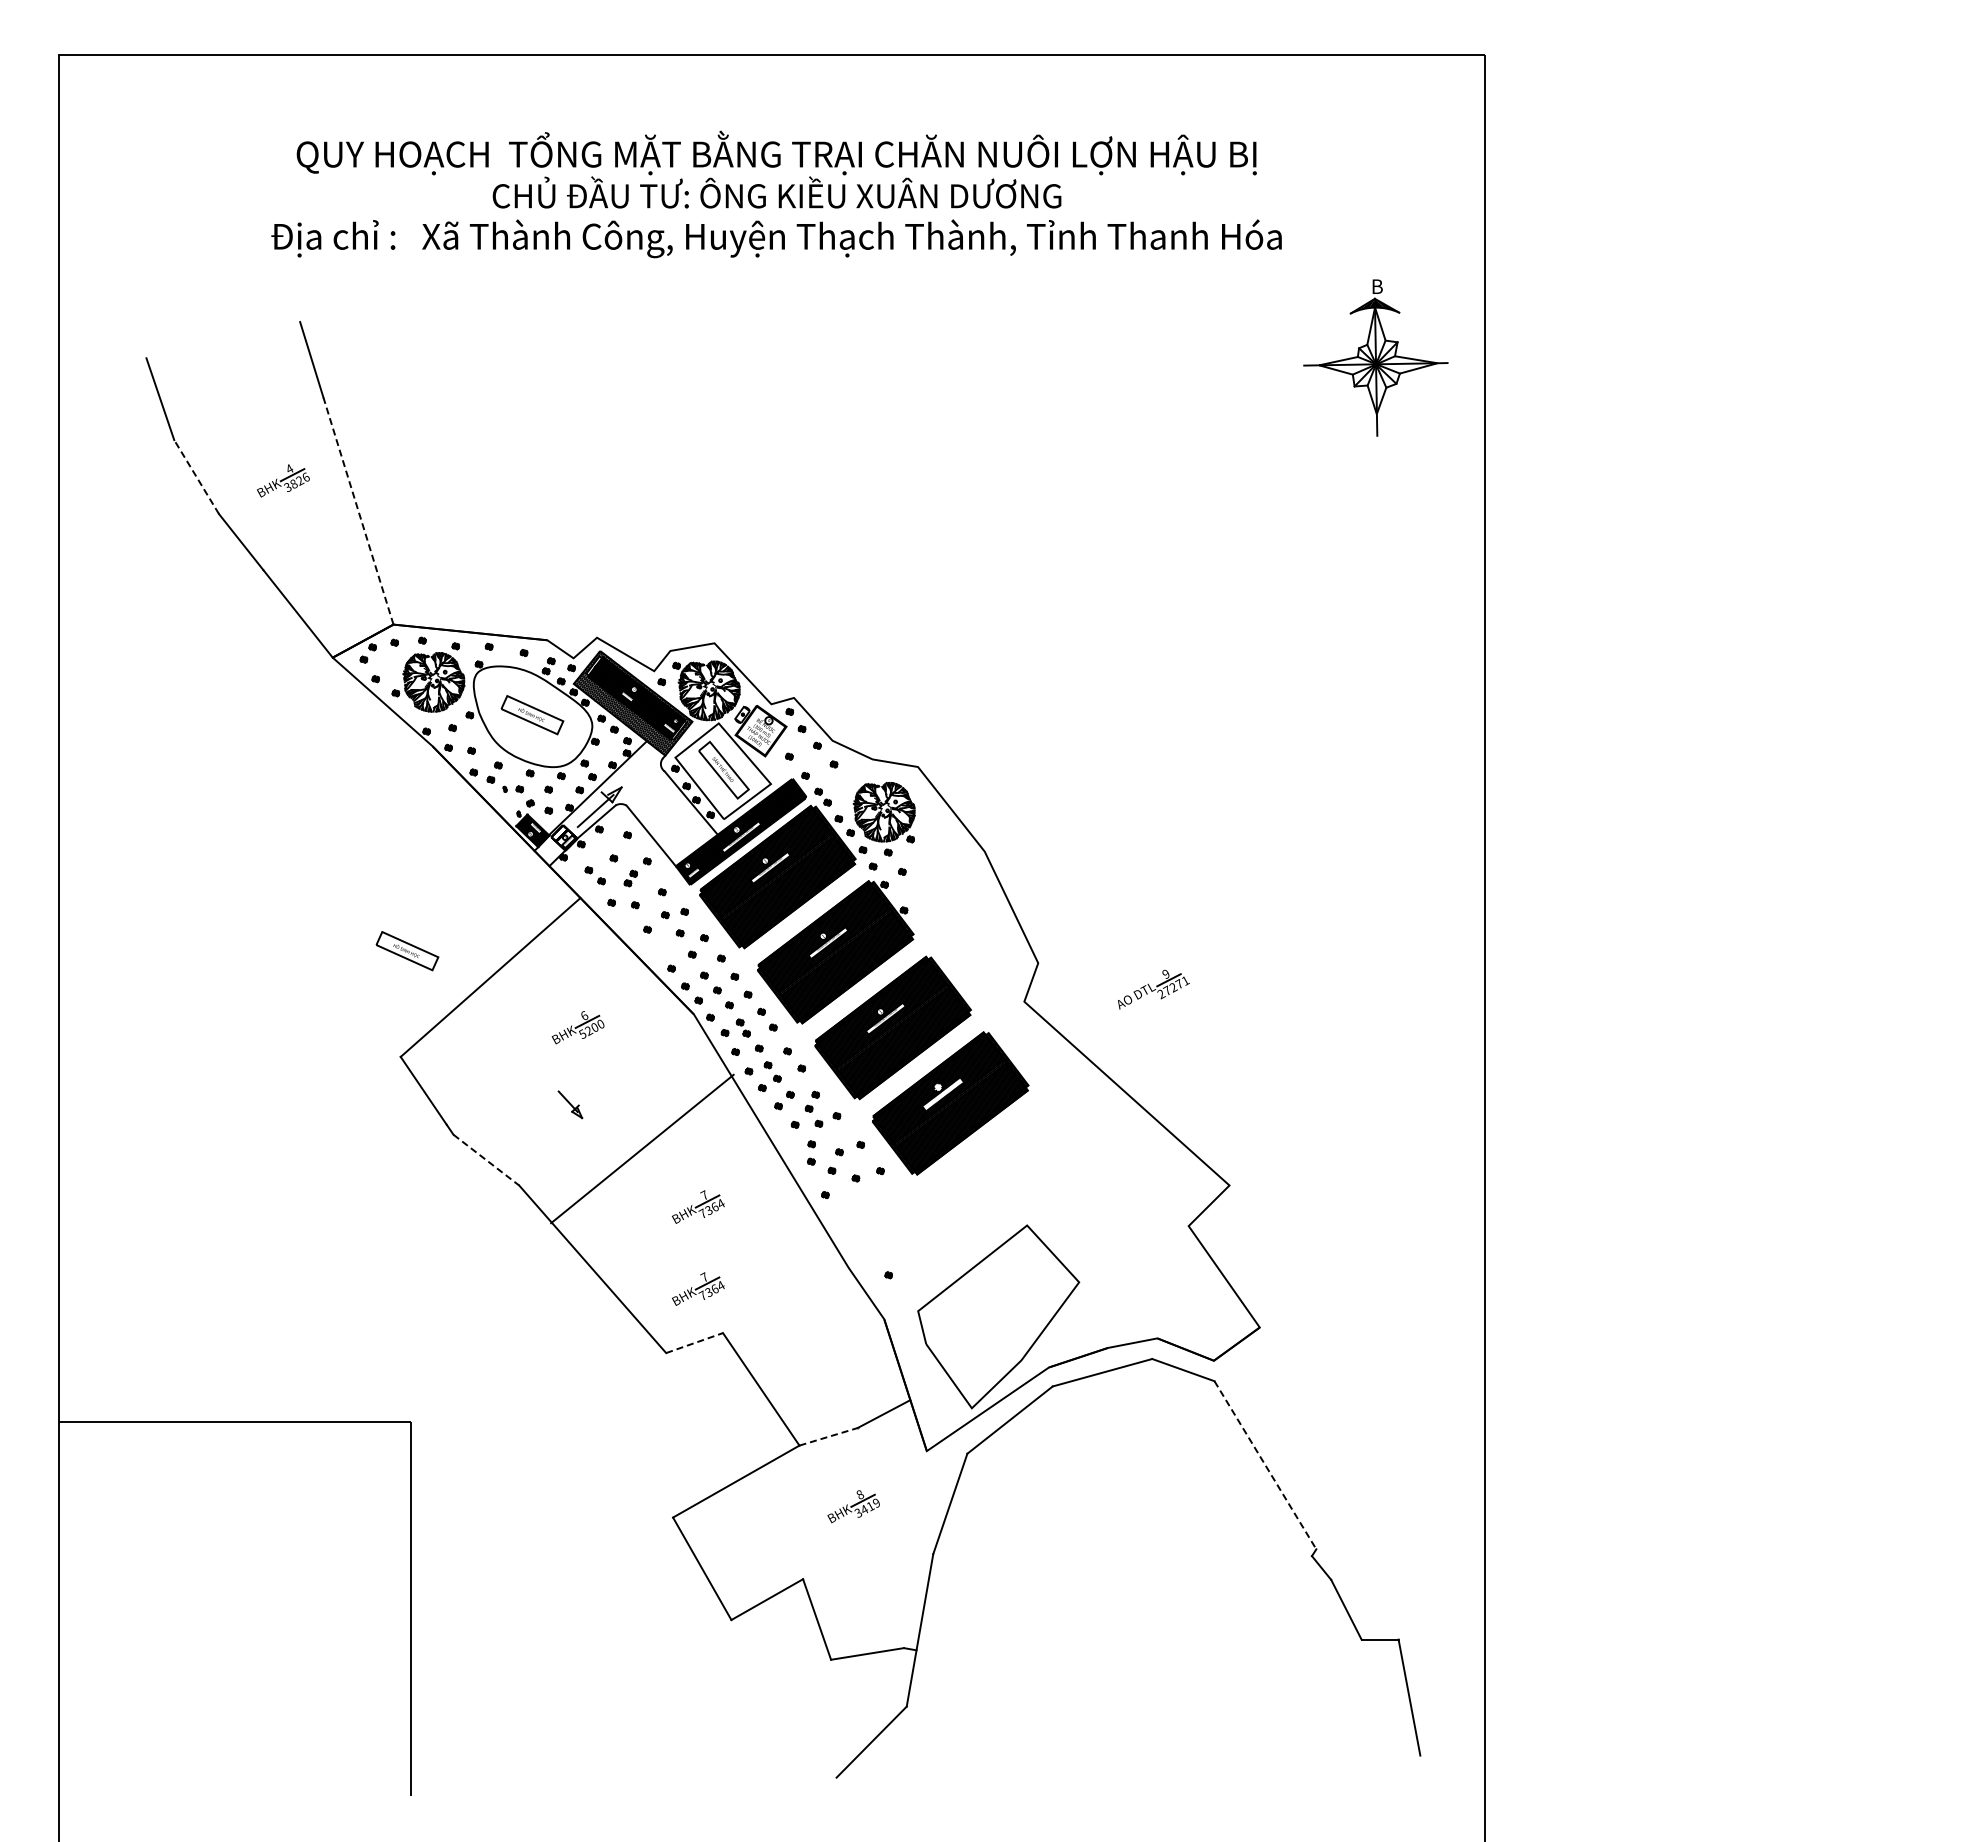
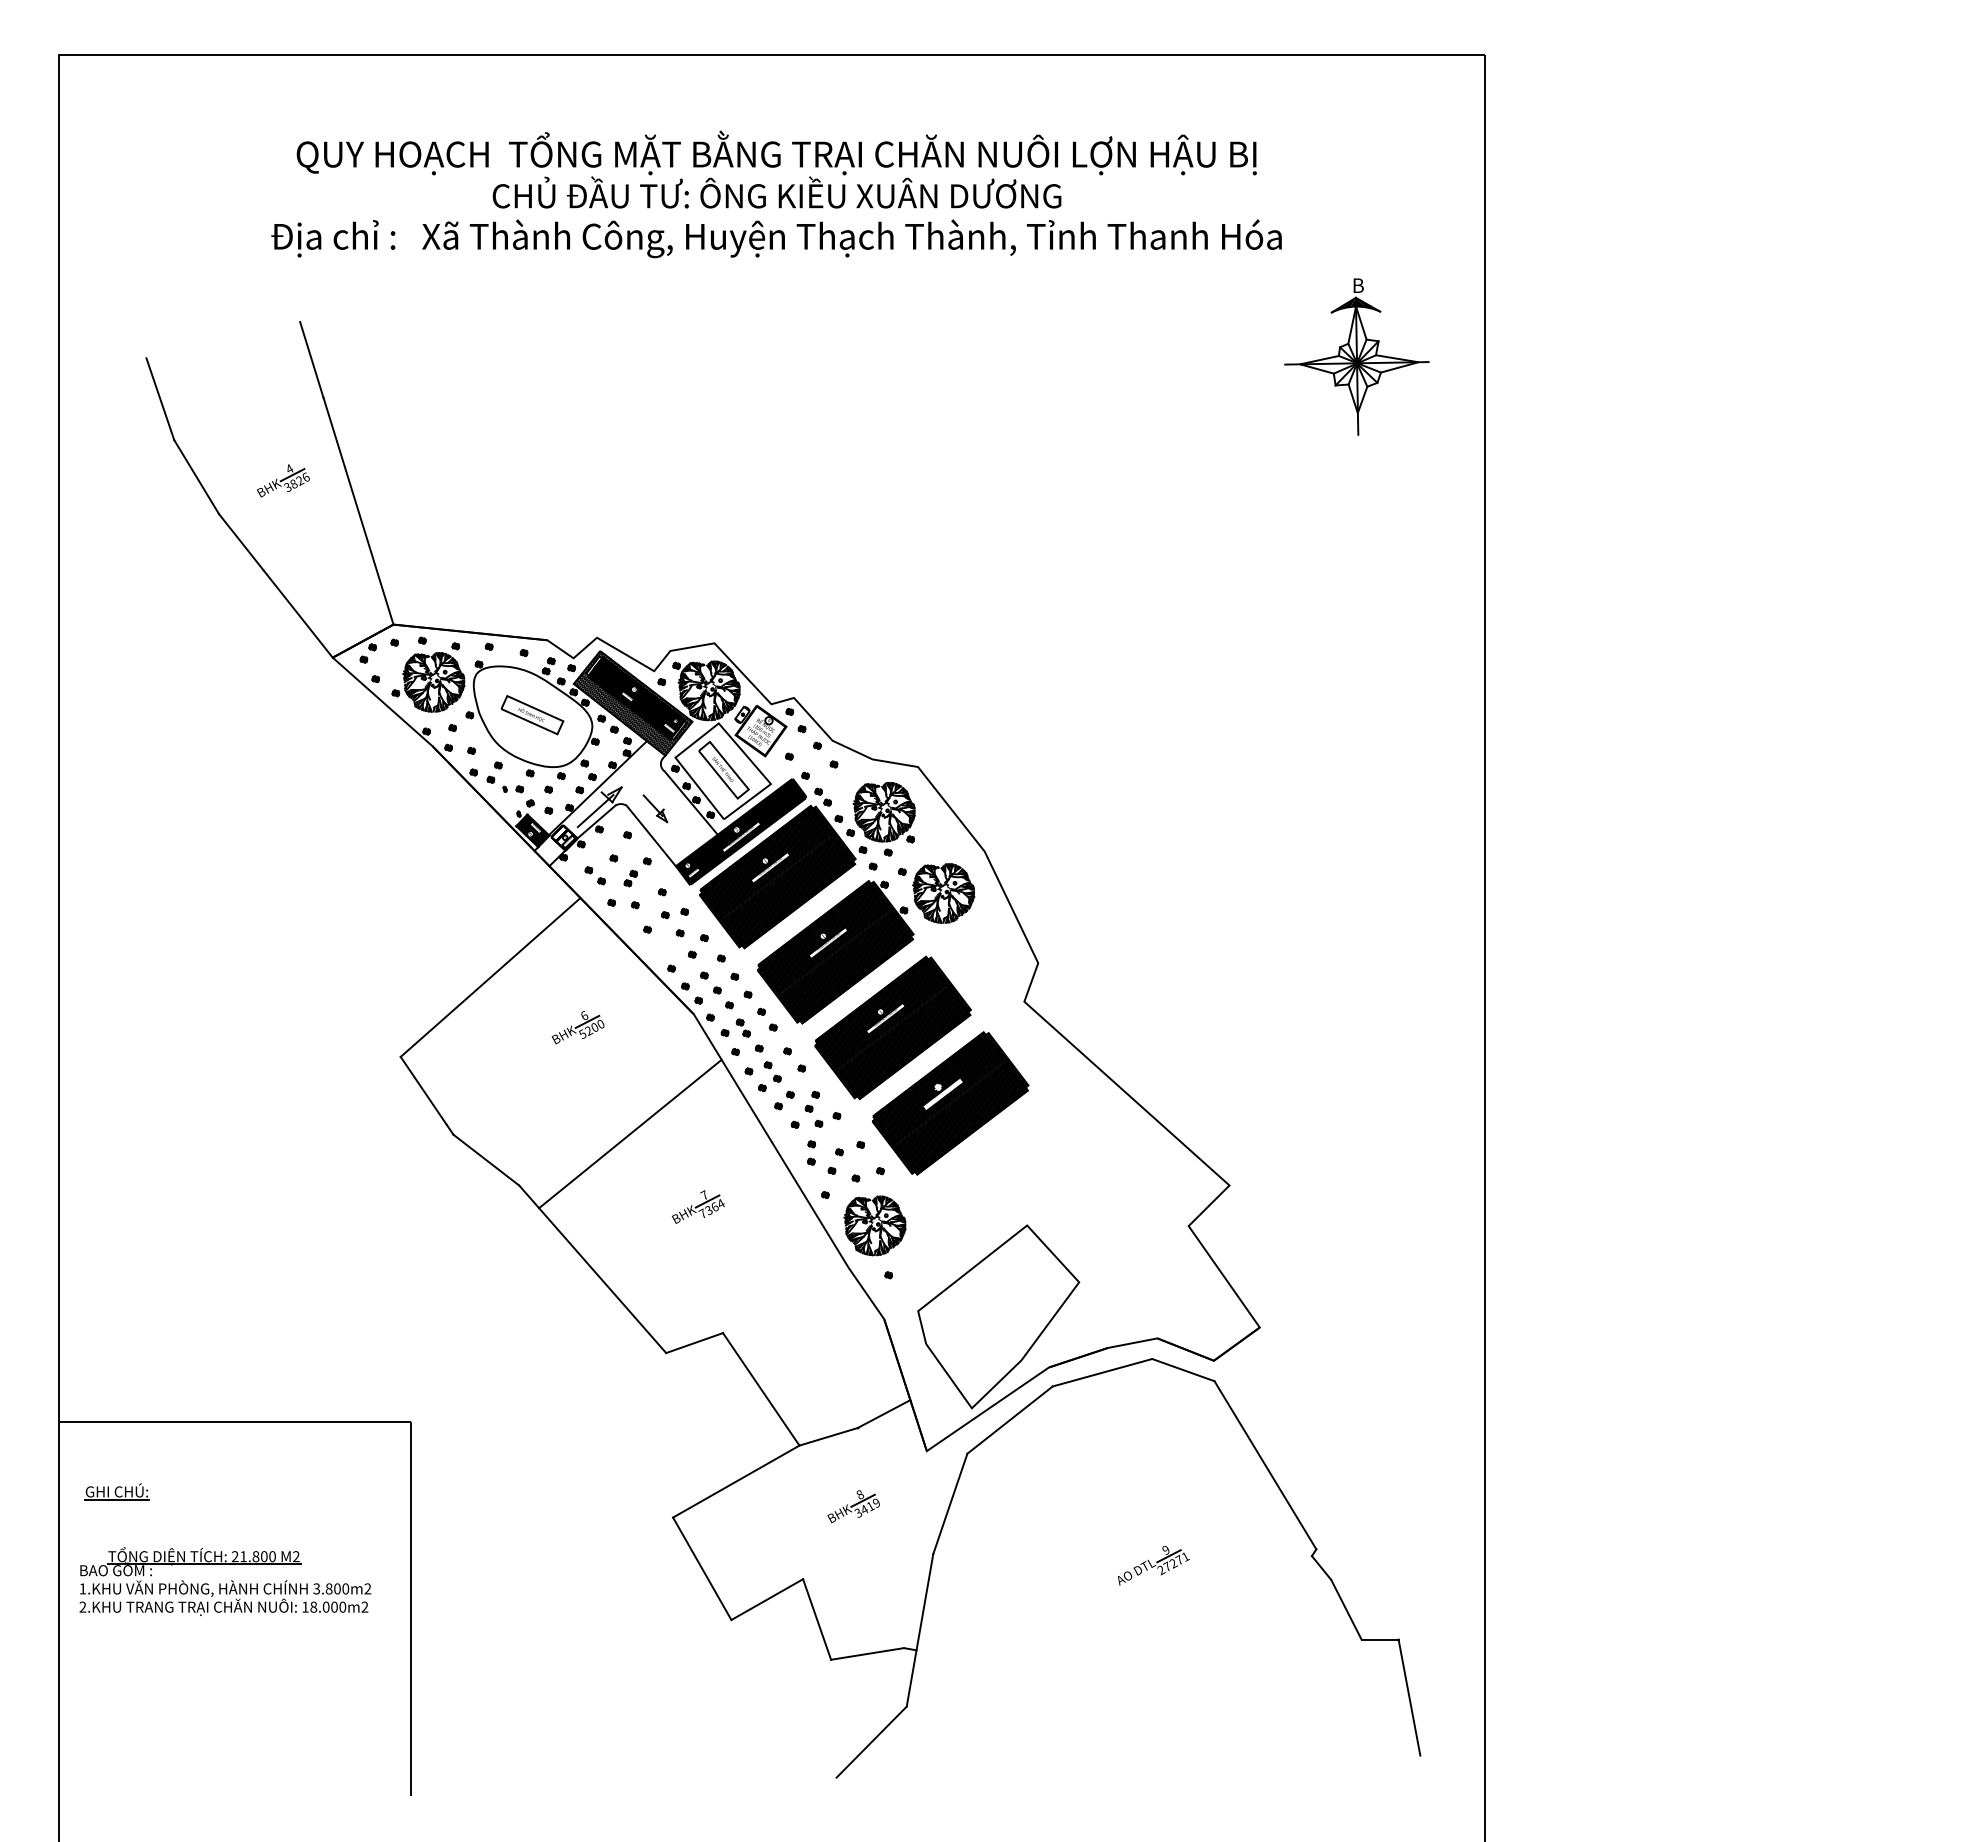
part at (1375, 357) position: (1375, 357) -> (1356, 356)
line at (196, 476): dashed -> solid
line at (358, 511): dashed -> solid
part at (943, 893): none -> present
part at (407, 951): present -> none
part at (1153, 989) position: (1153, 989) -> (1153, 1565)
part at (570, 1104) position: (570, 1104) -> (655, 808)
line at (642, 1148) position: (642, 1148) -> (630, 1133)
line at (486, 1160): dashed -> solid
part at (874, 1225): none -> present
part at (698, 1288): present -> none
line at (695, 1342): dashed -> solid
line at (829, 1436): dashed -> solid
line at (1265, 1465): dashed -> solid
part at (116, 1491): none -> present
part at (225, 1581): none -> present
